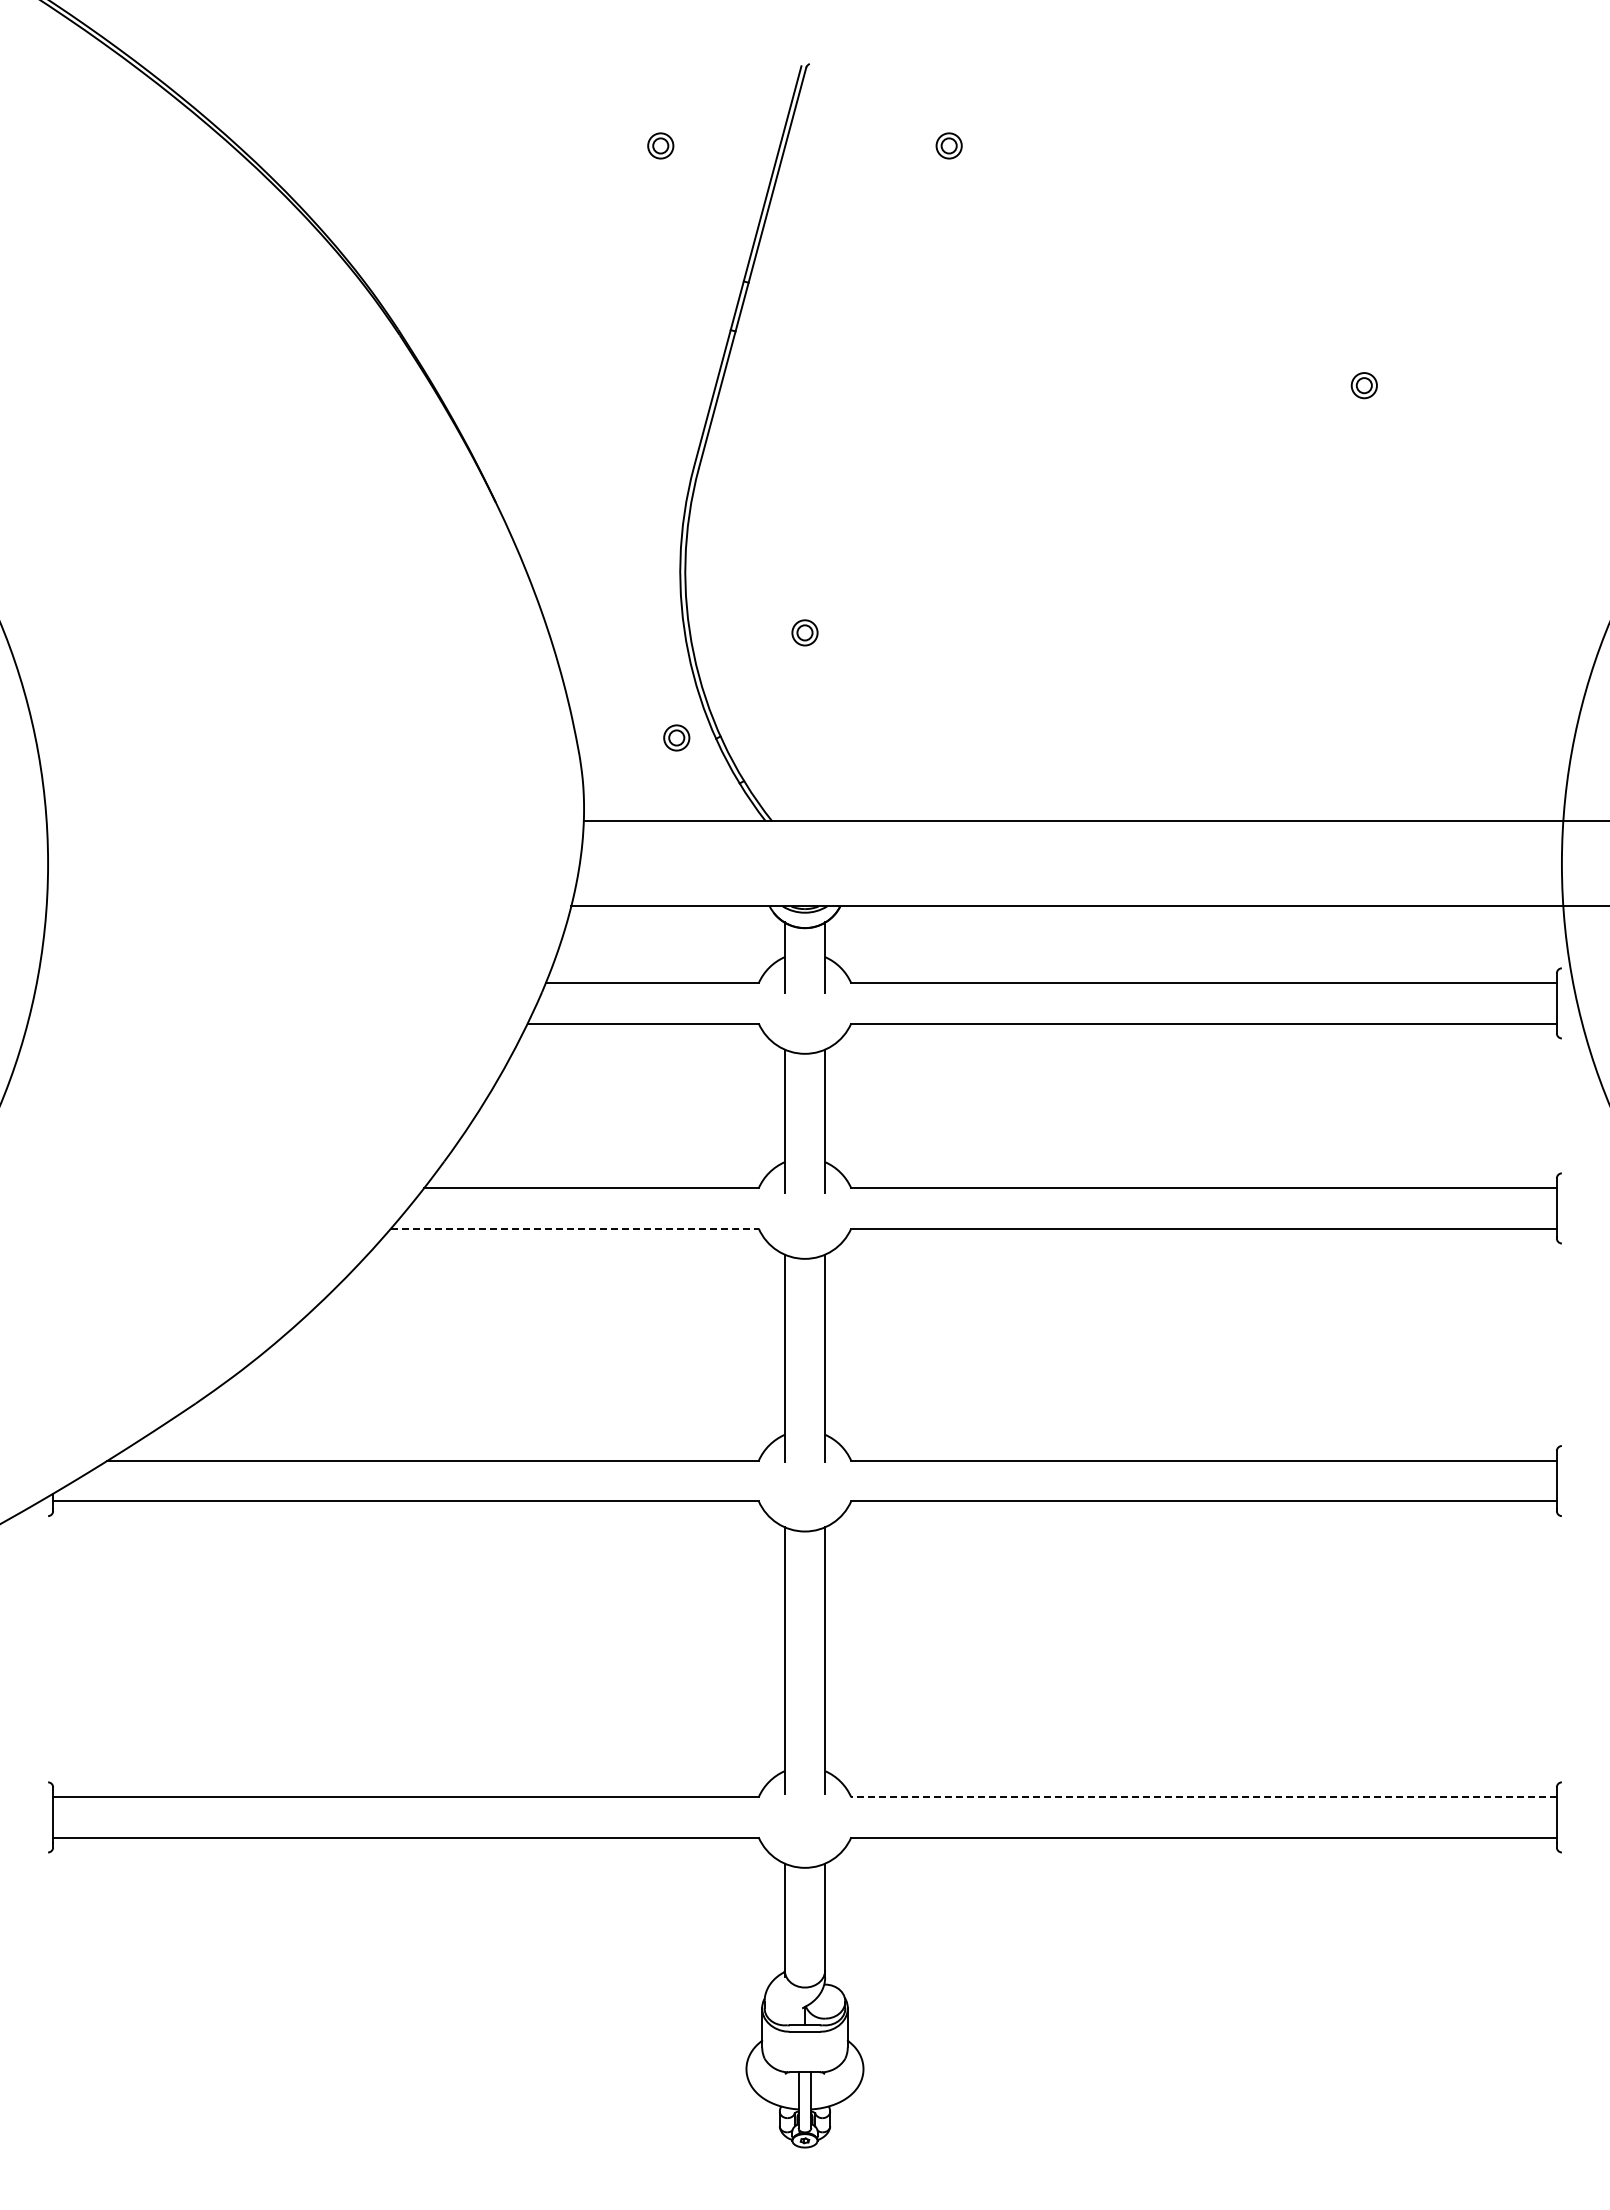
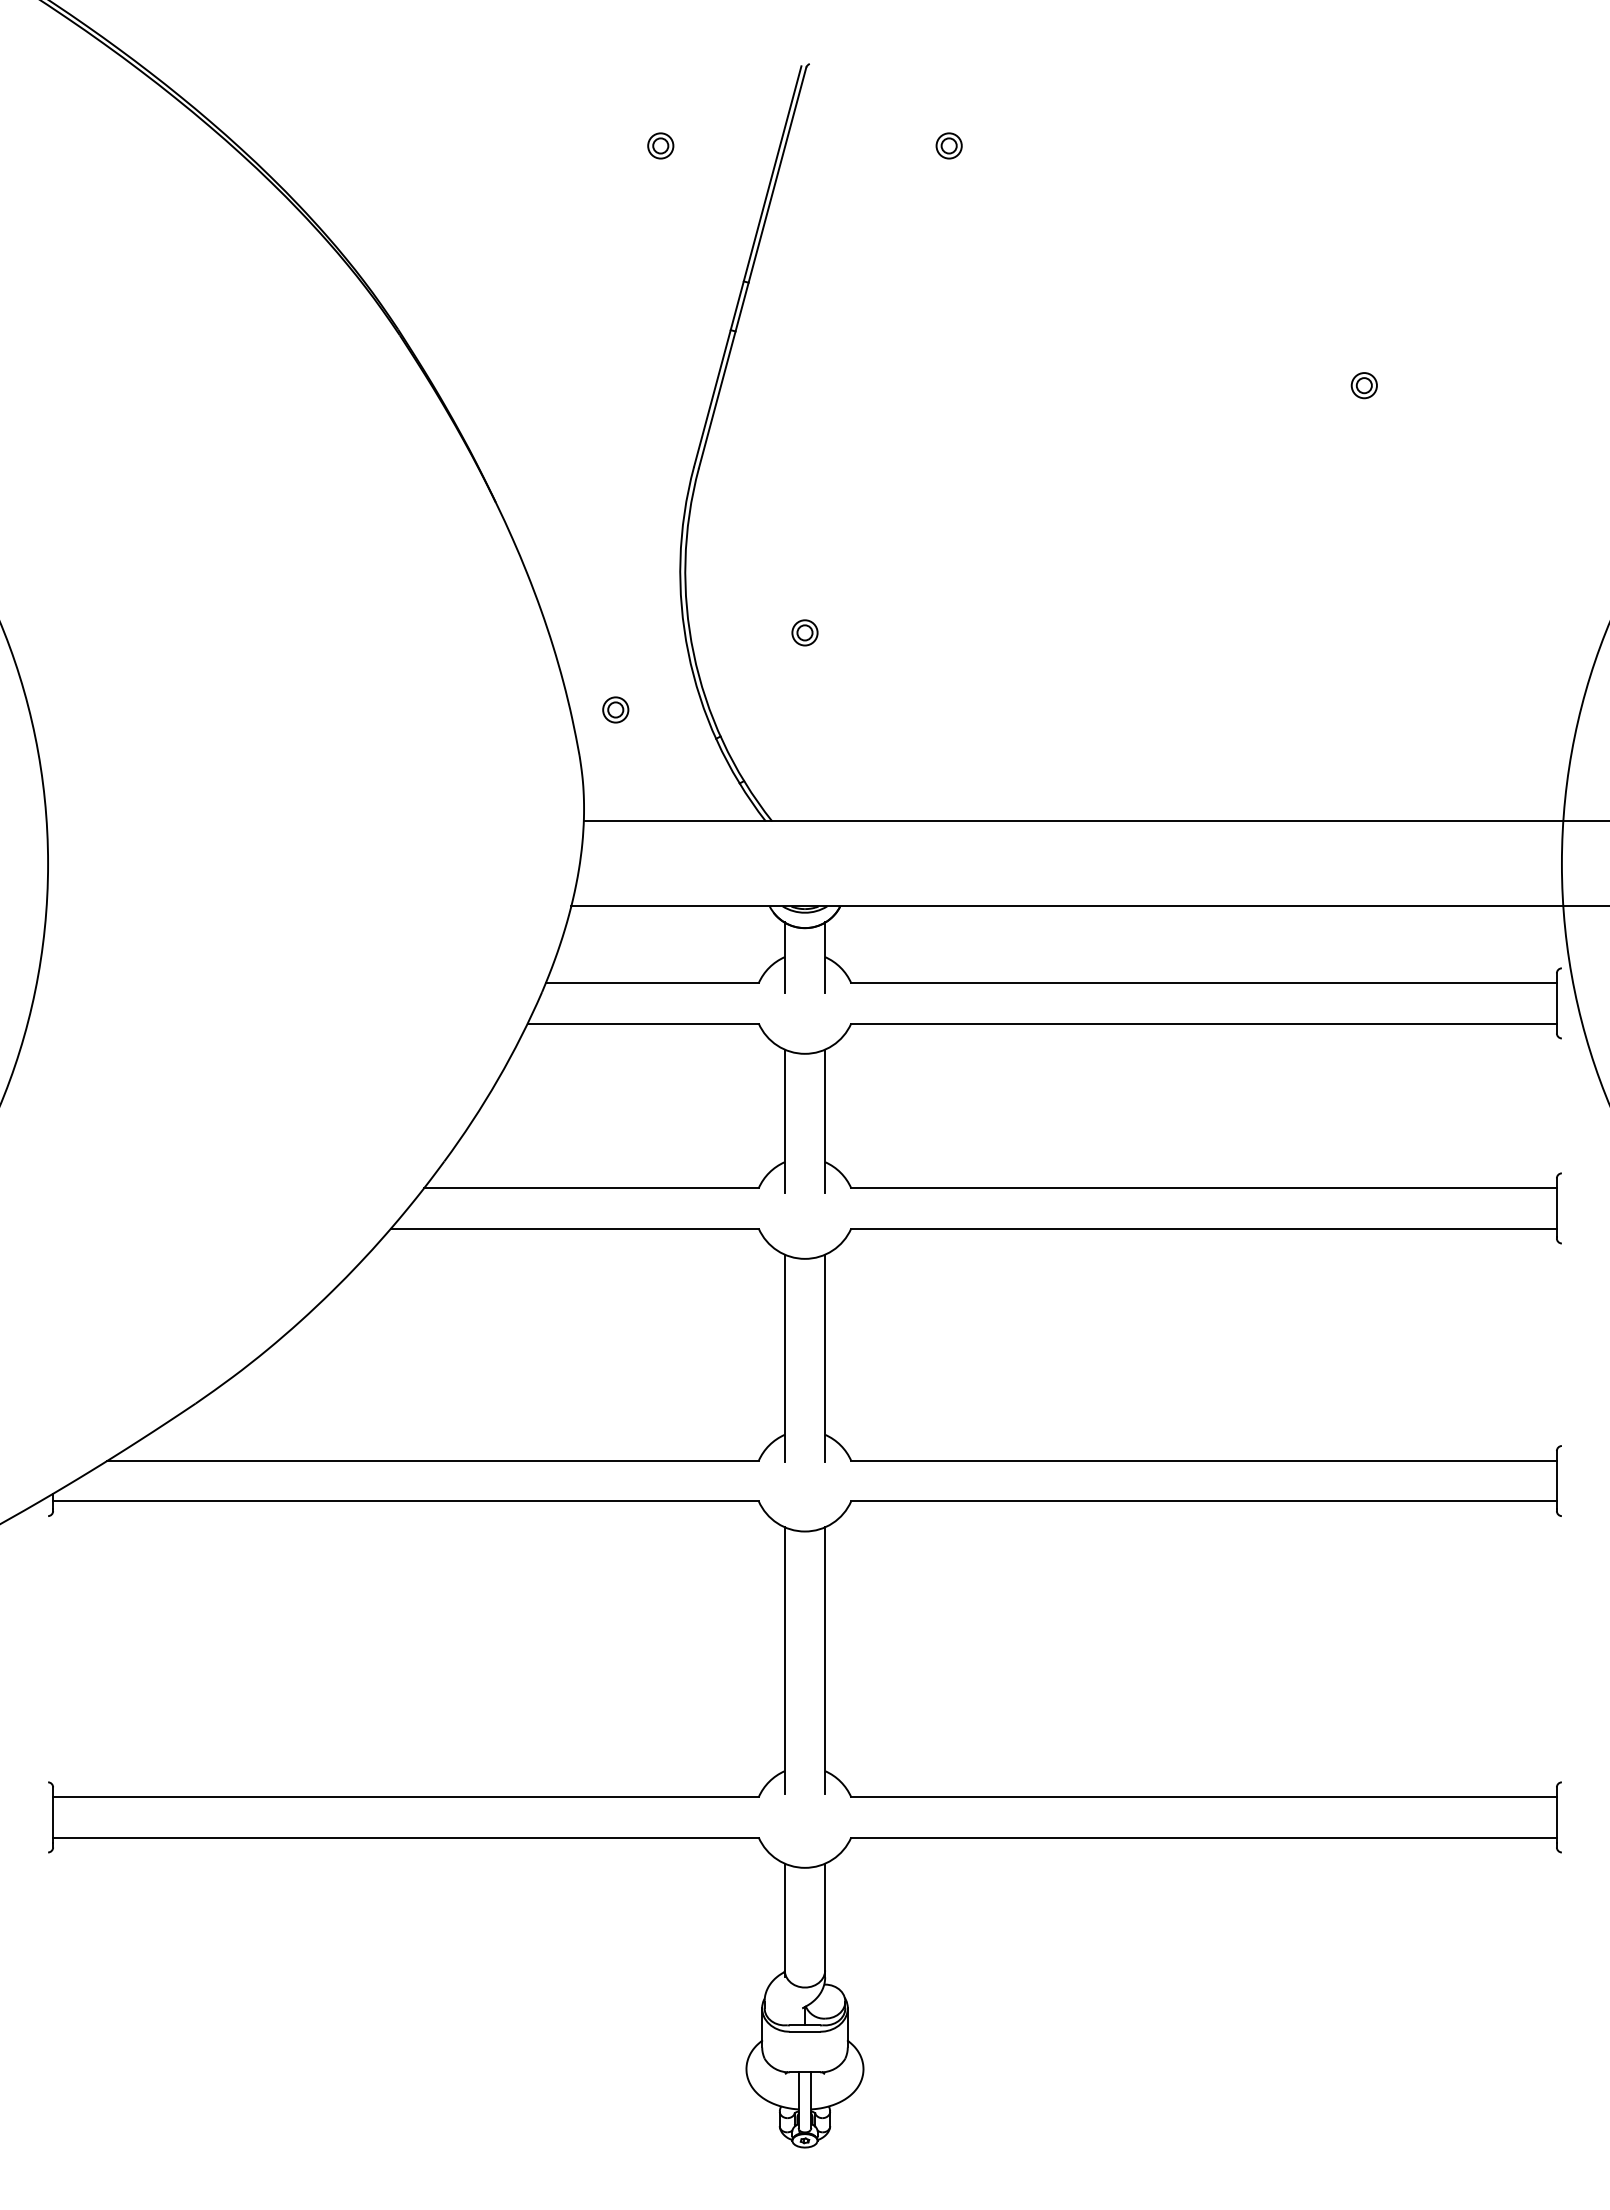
part at (676, 737) position: (676, 737) -> (615, 709)
line at (574, 1228): dashed -> solid
line at (1204, 1797): dashed -> solid
